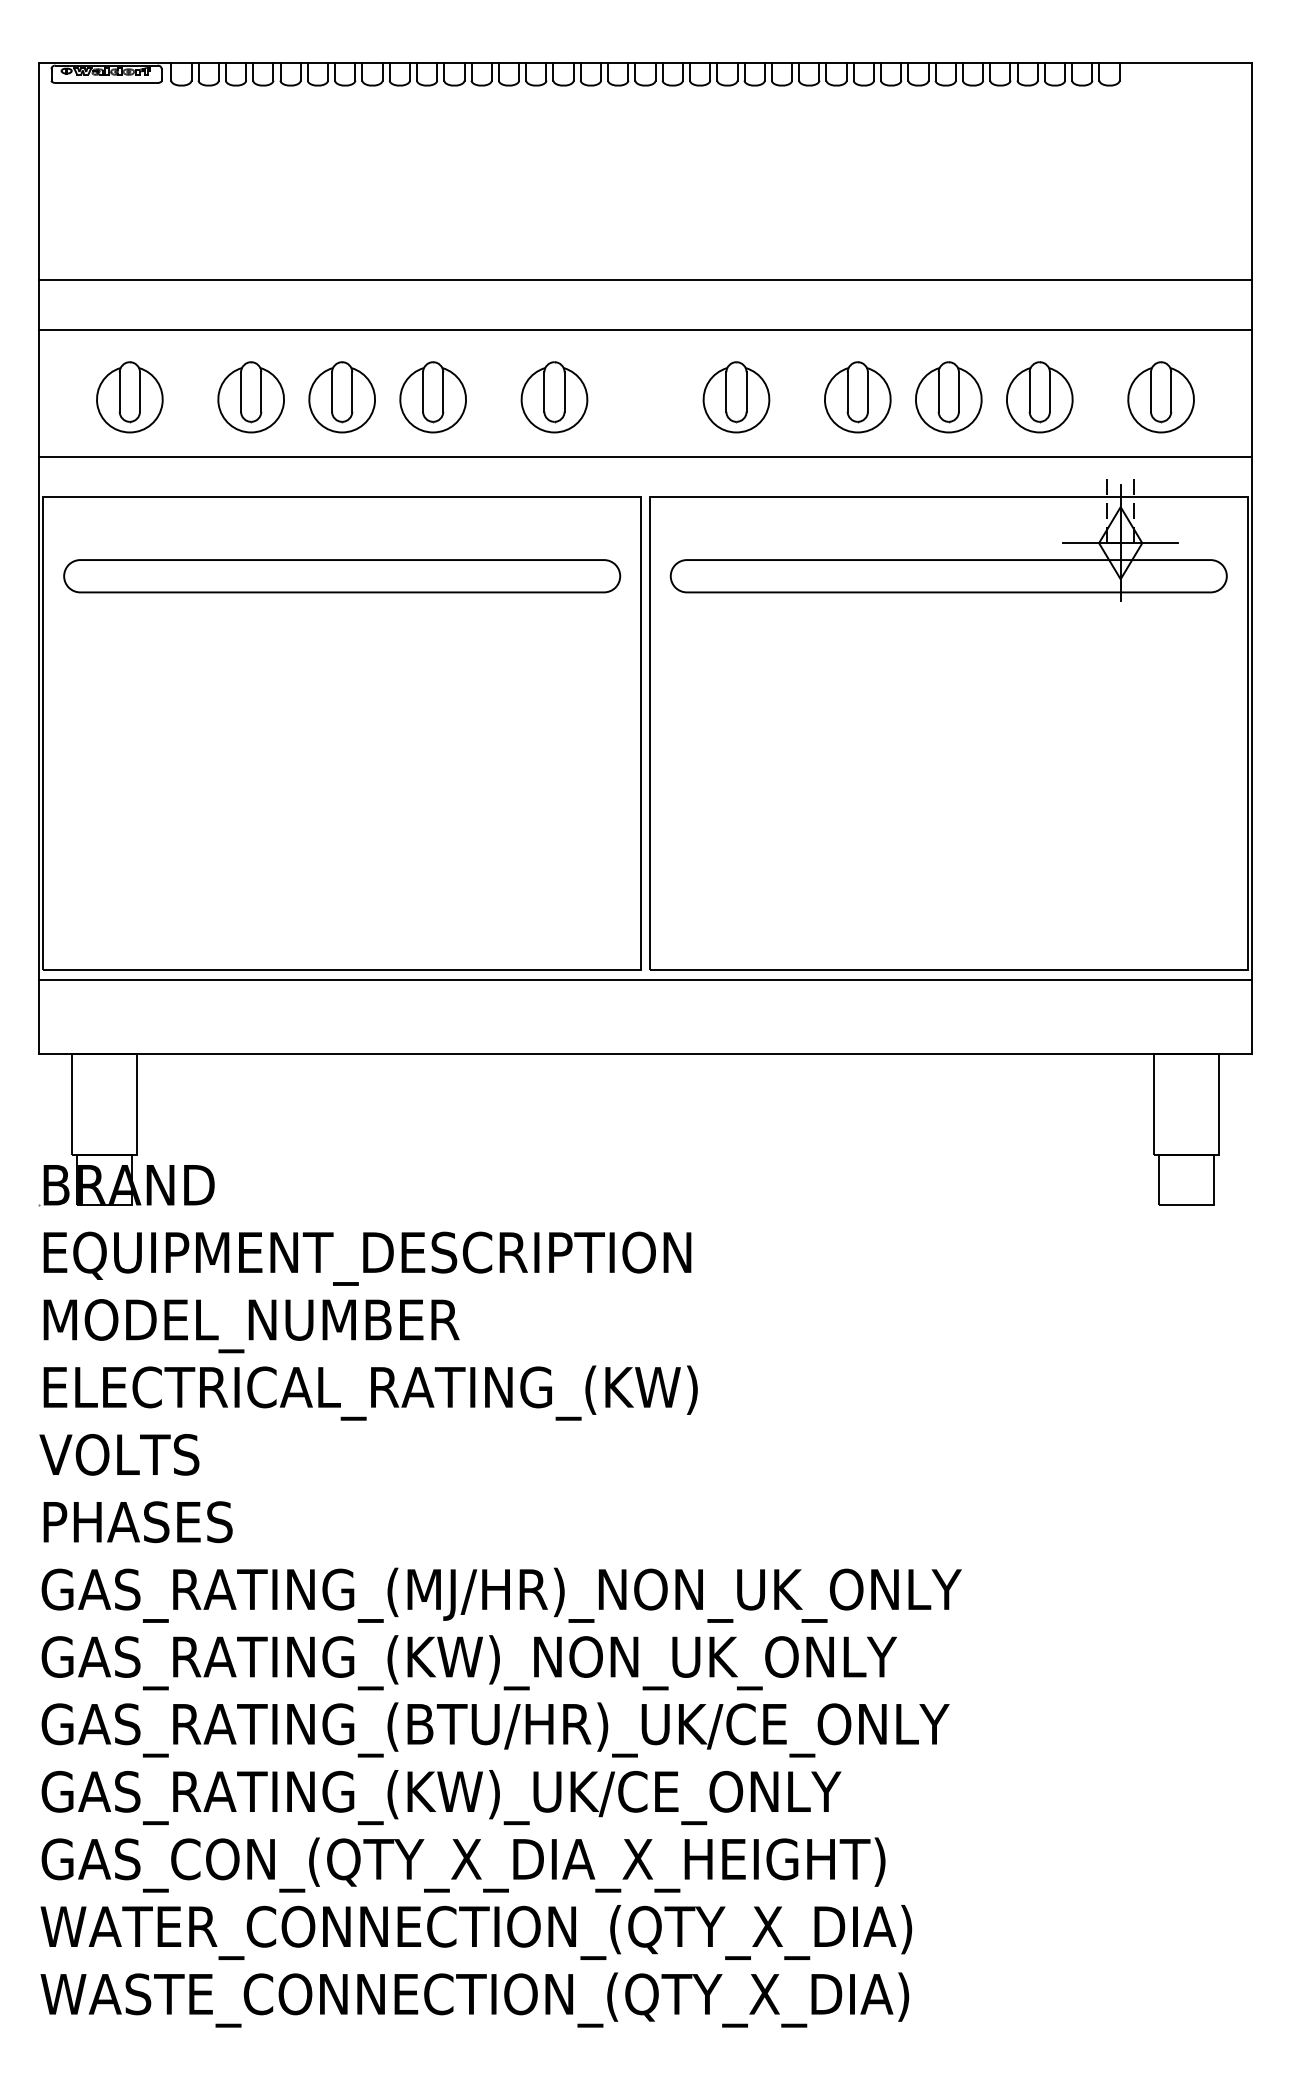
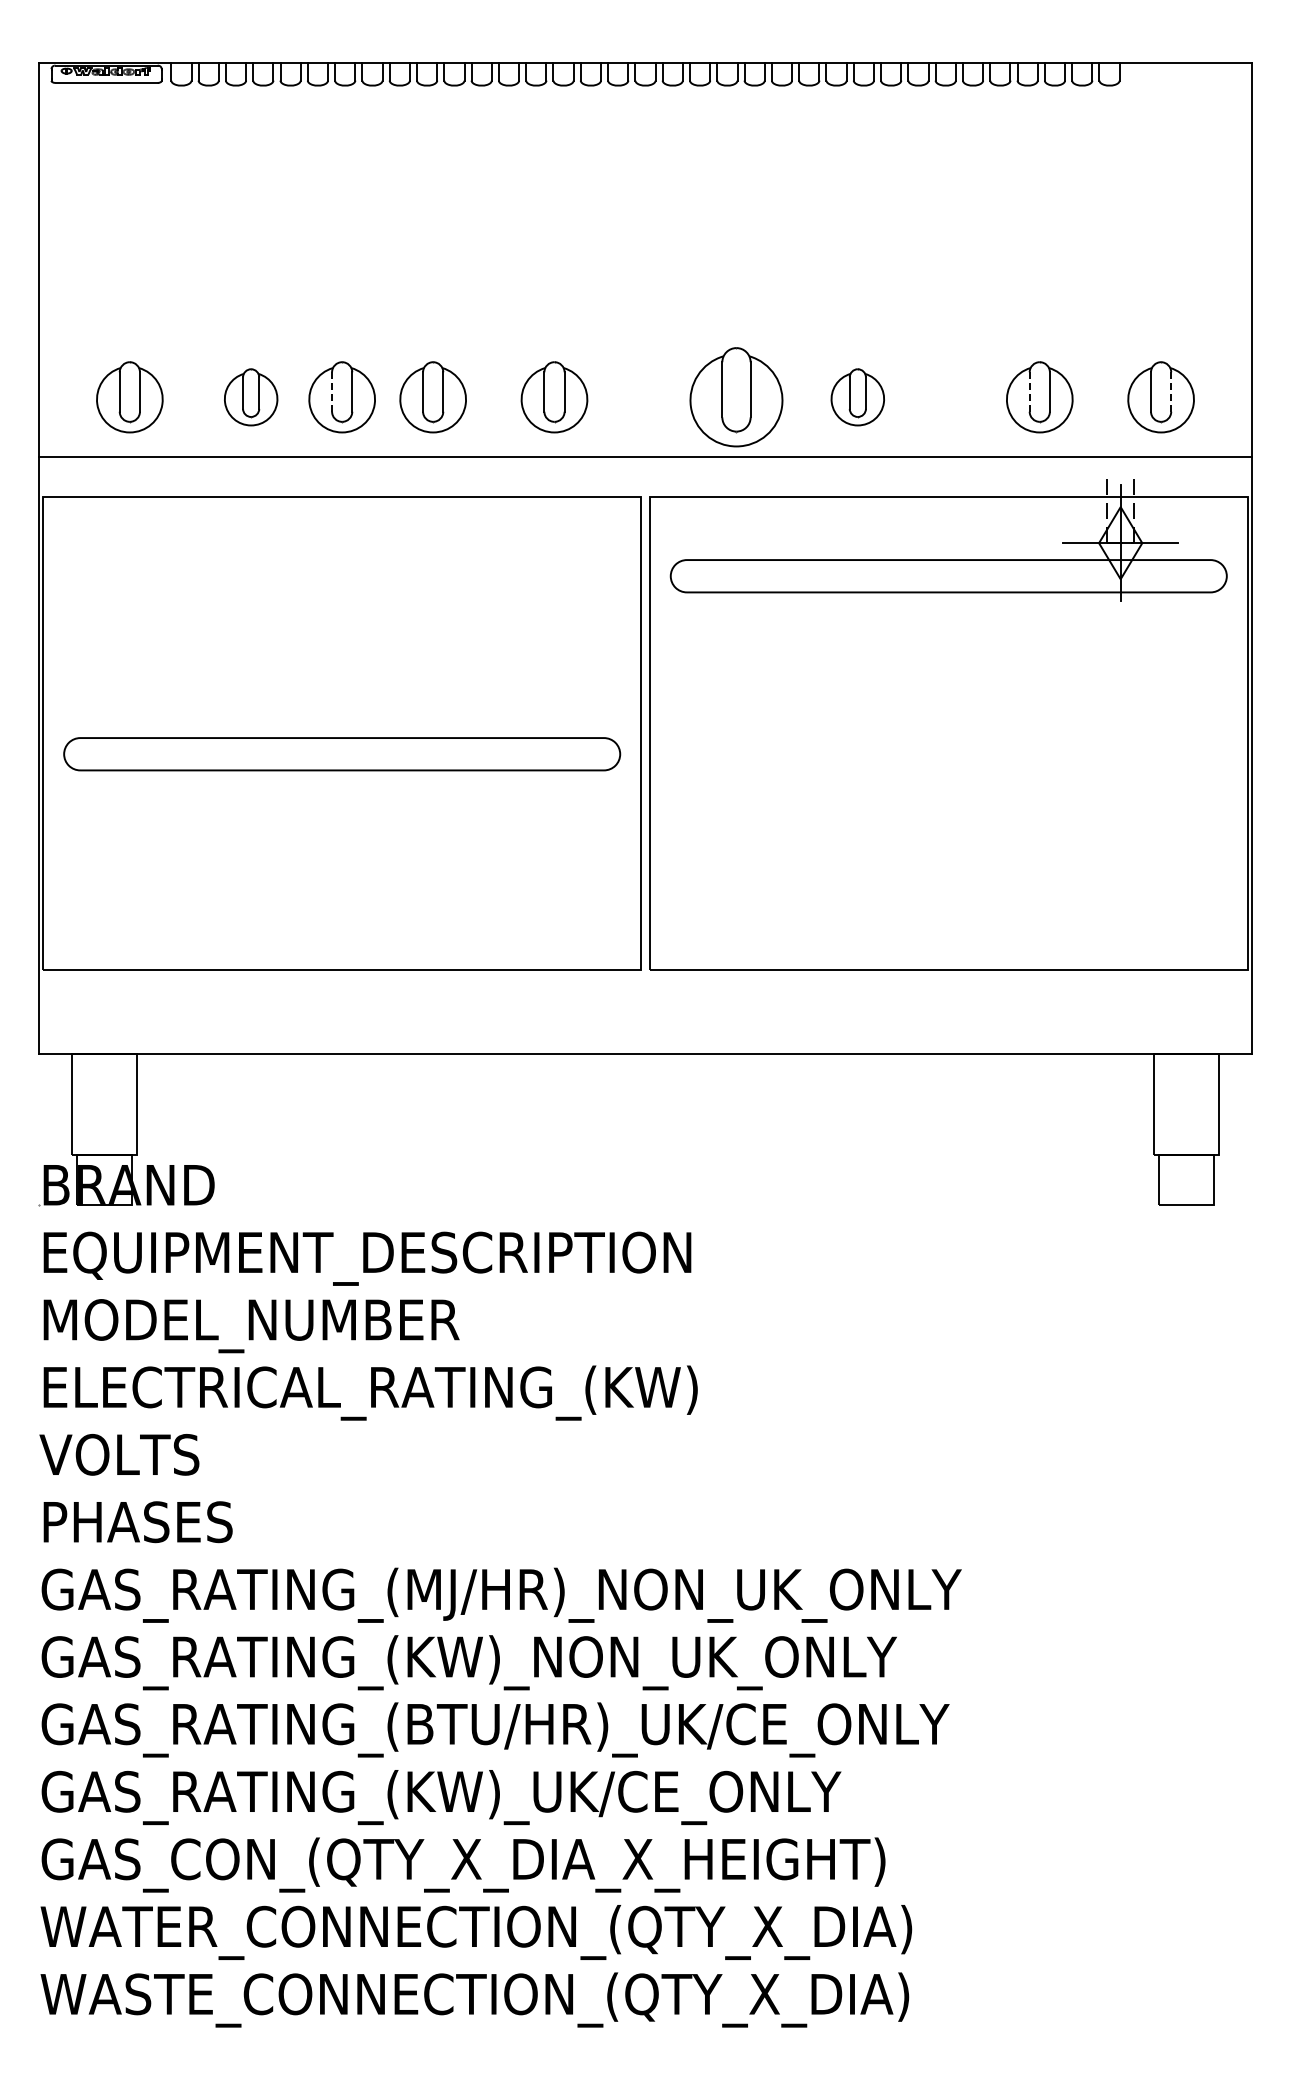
line at (645, 280): present -> none
line at (645, 329): present -> none
line at (332, 392): solid -> dashed
line at (1029, 392): solid -> dashed
line at (1171, 392): solid -> dashed
part at (250, 397) size: 68x73 px -> 55x59 px
part at (736, 397) size: 69x73 px -> 95x101 px
part at (857, 397) size: 68x73 px -> 55x59 px
part at (948, 397): present -> none
part at (342, 576) position: (342, 576) -> (342, 754)
line at (645, 980): present -> none
